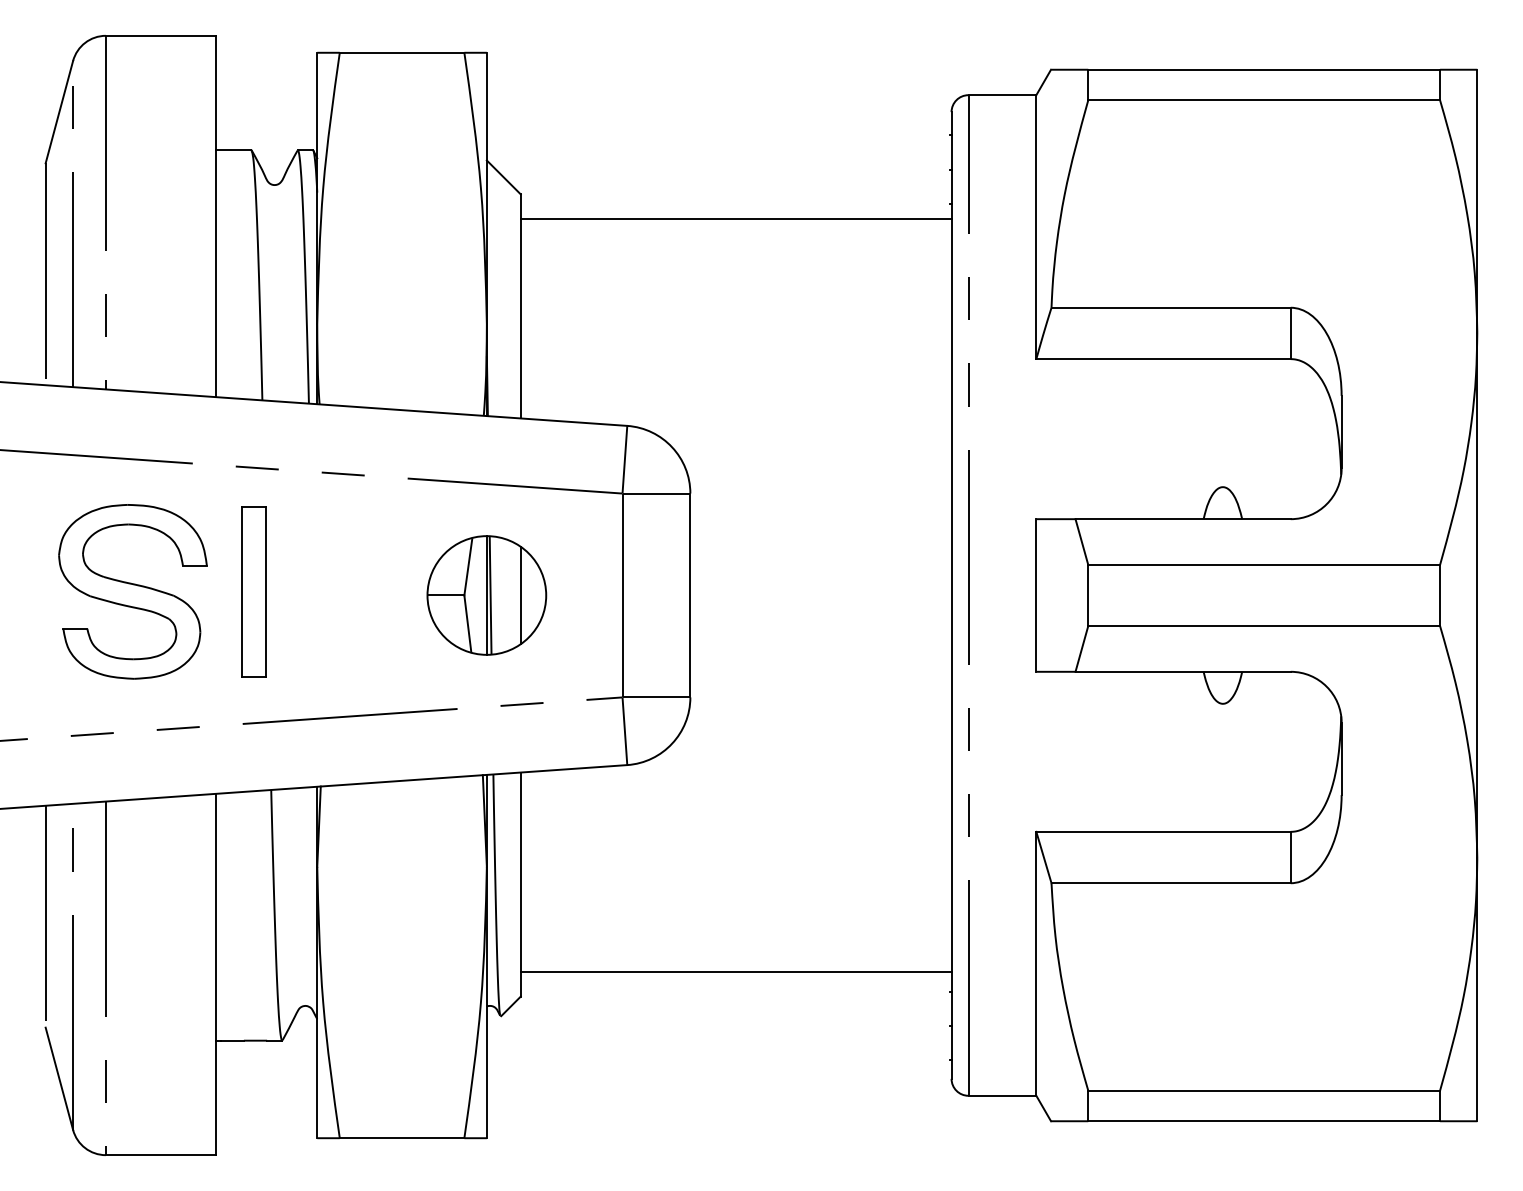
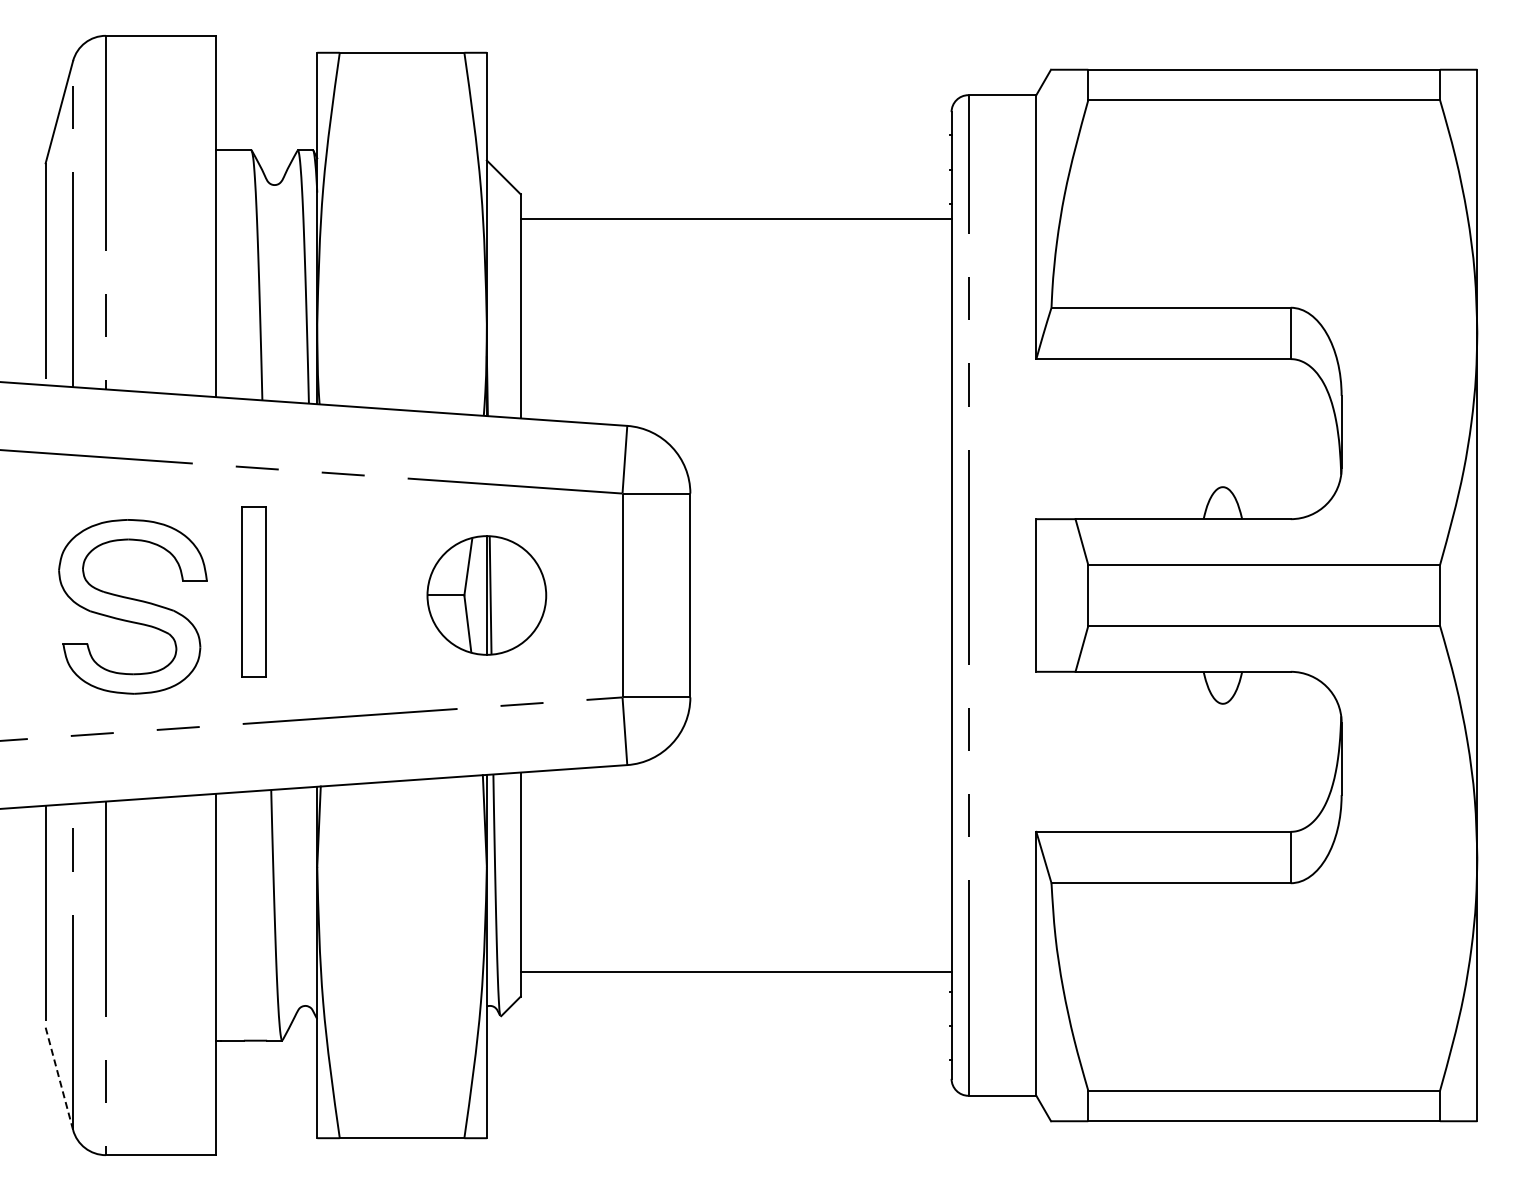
part at (132, 591) position: (132, 591) -> (132, 606)
line at (520, 595): present -> none
line at (59, 1078): solid -> dashed
